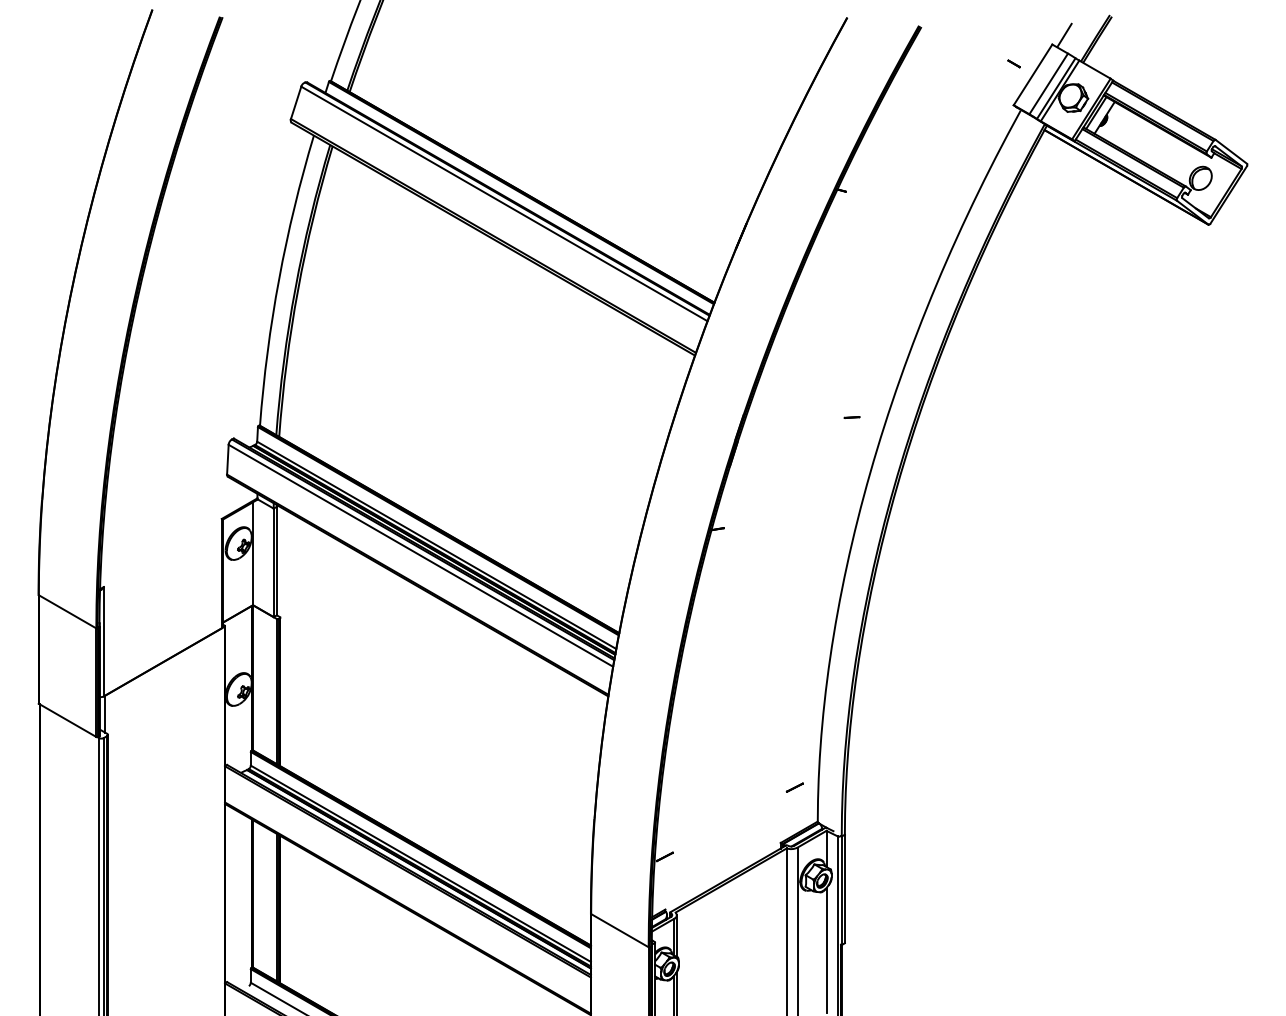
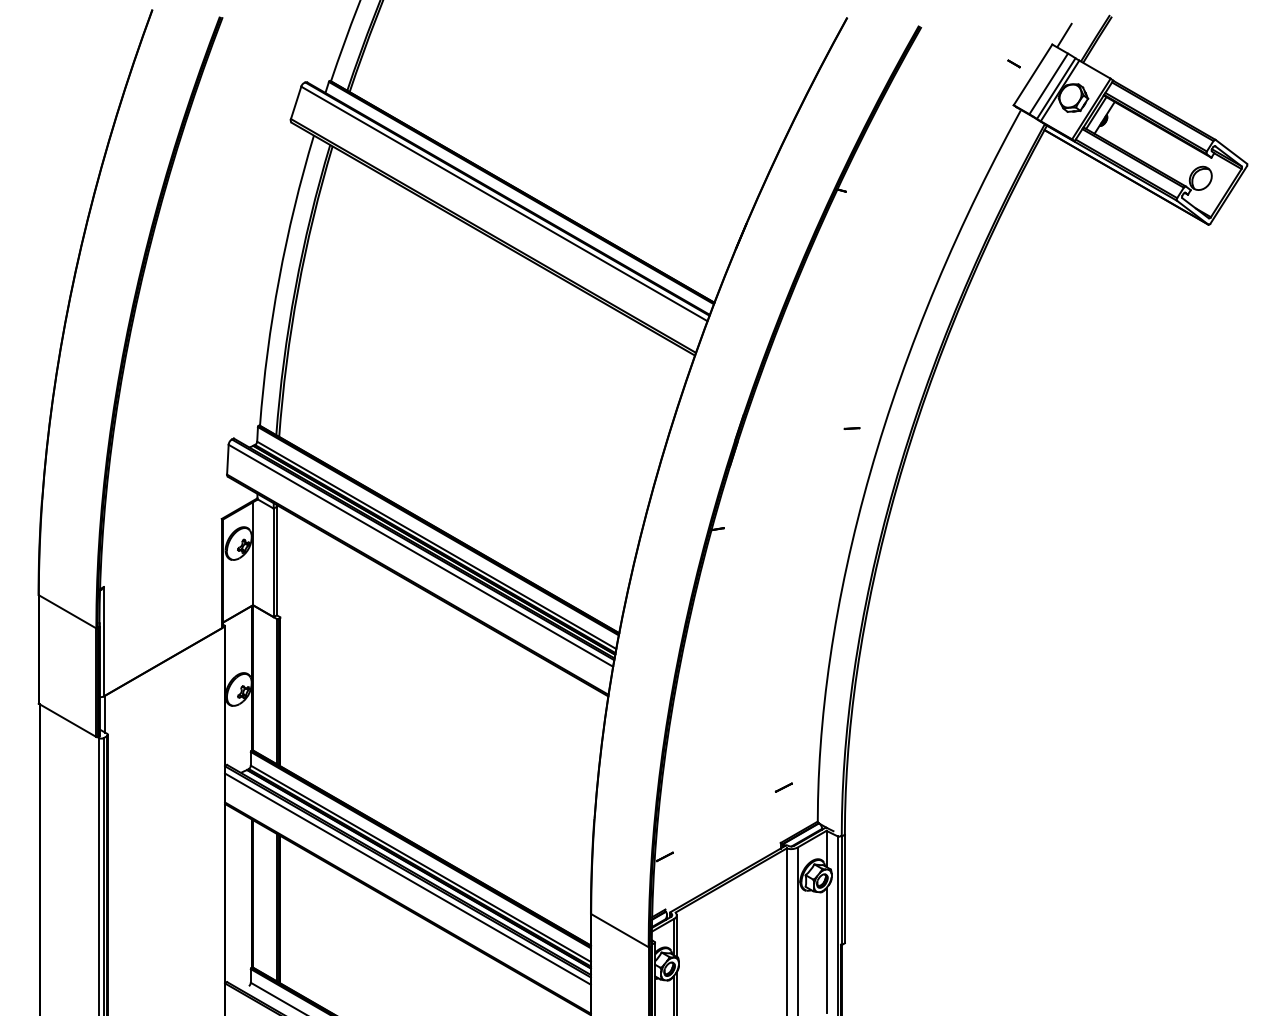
line at (851, 417) position: (851, 417) -> (851, 428)
line at (794, 787) position: (794, 787) -> (783, 787)
line at (407, 878): none -> present
